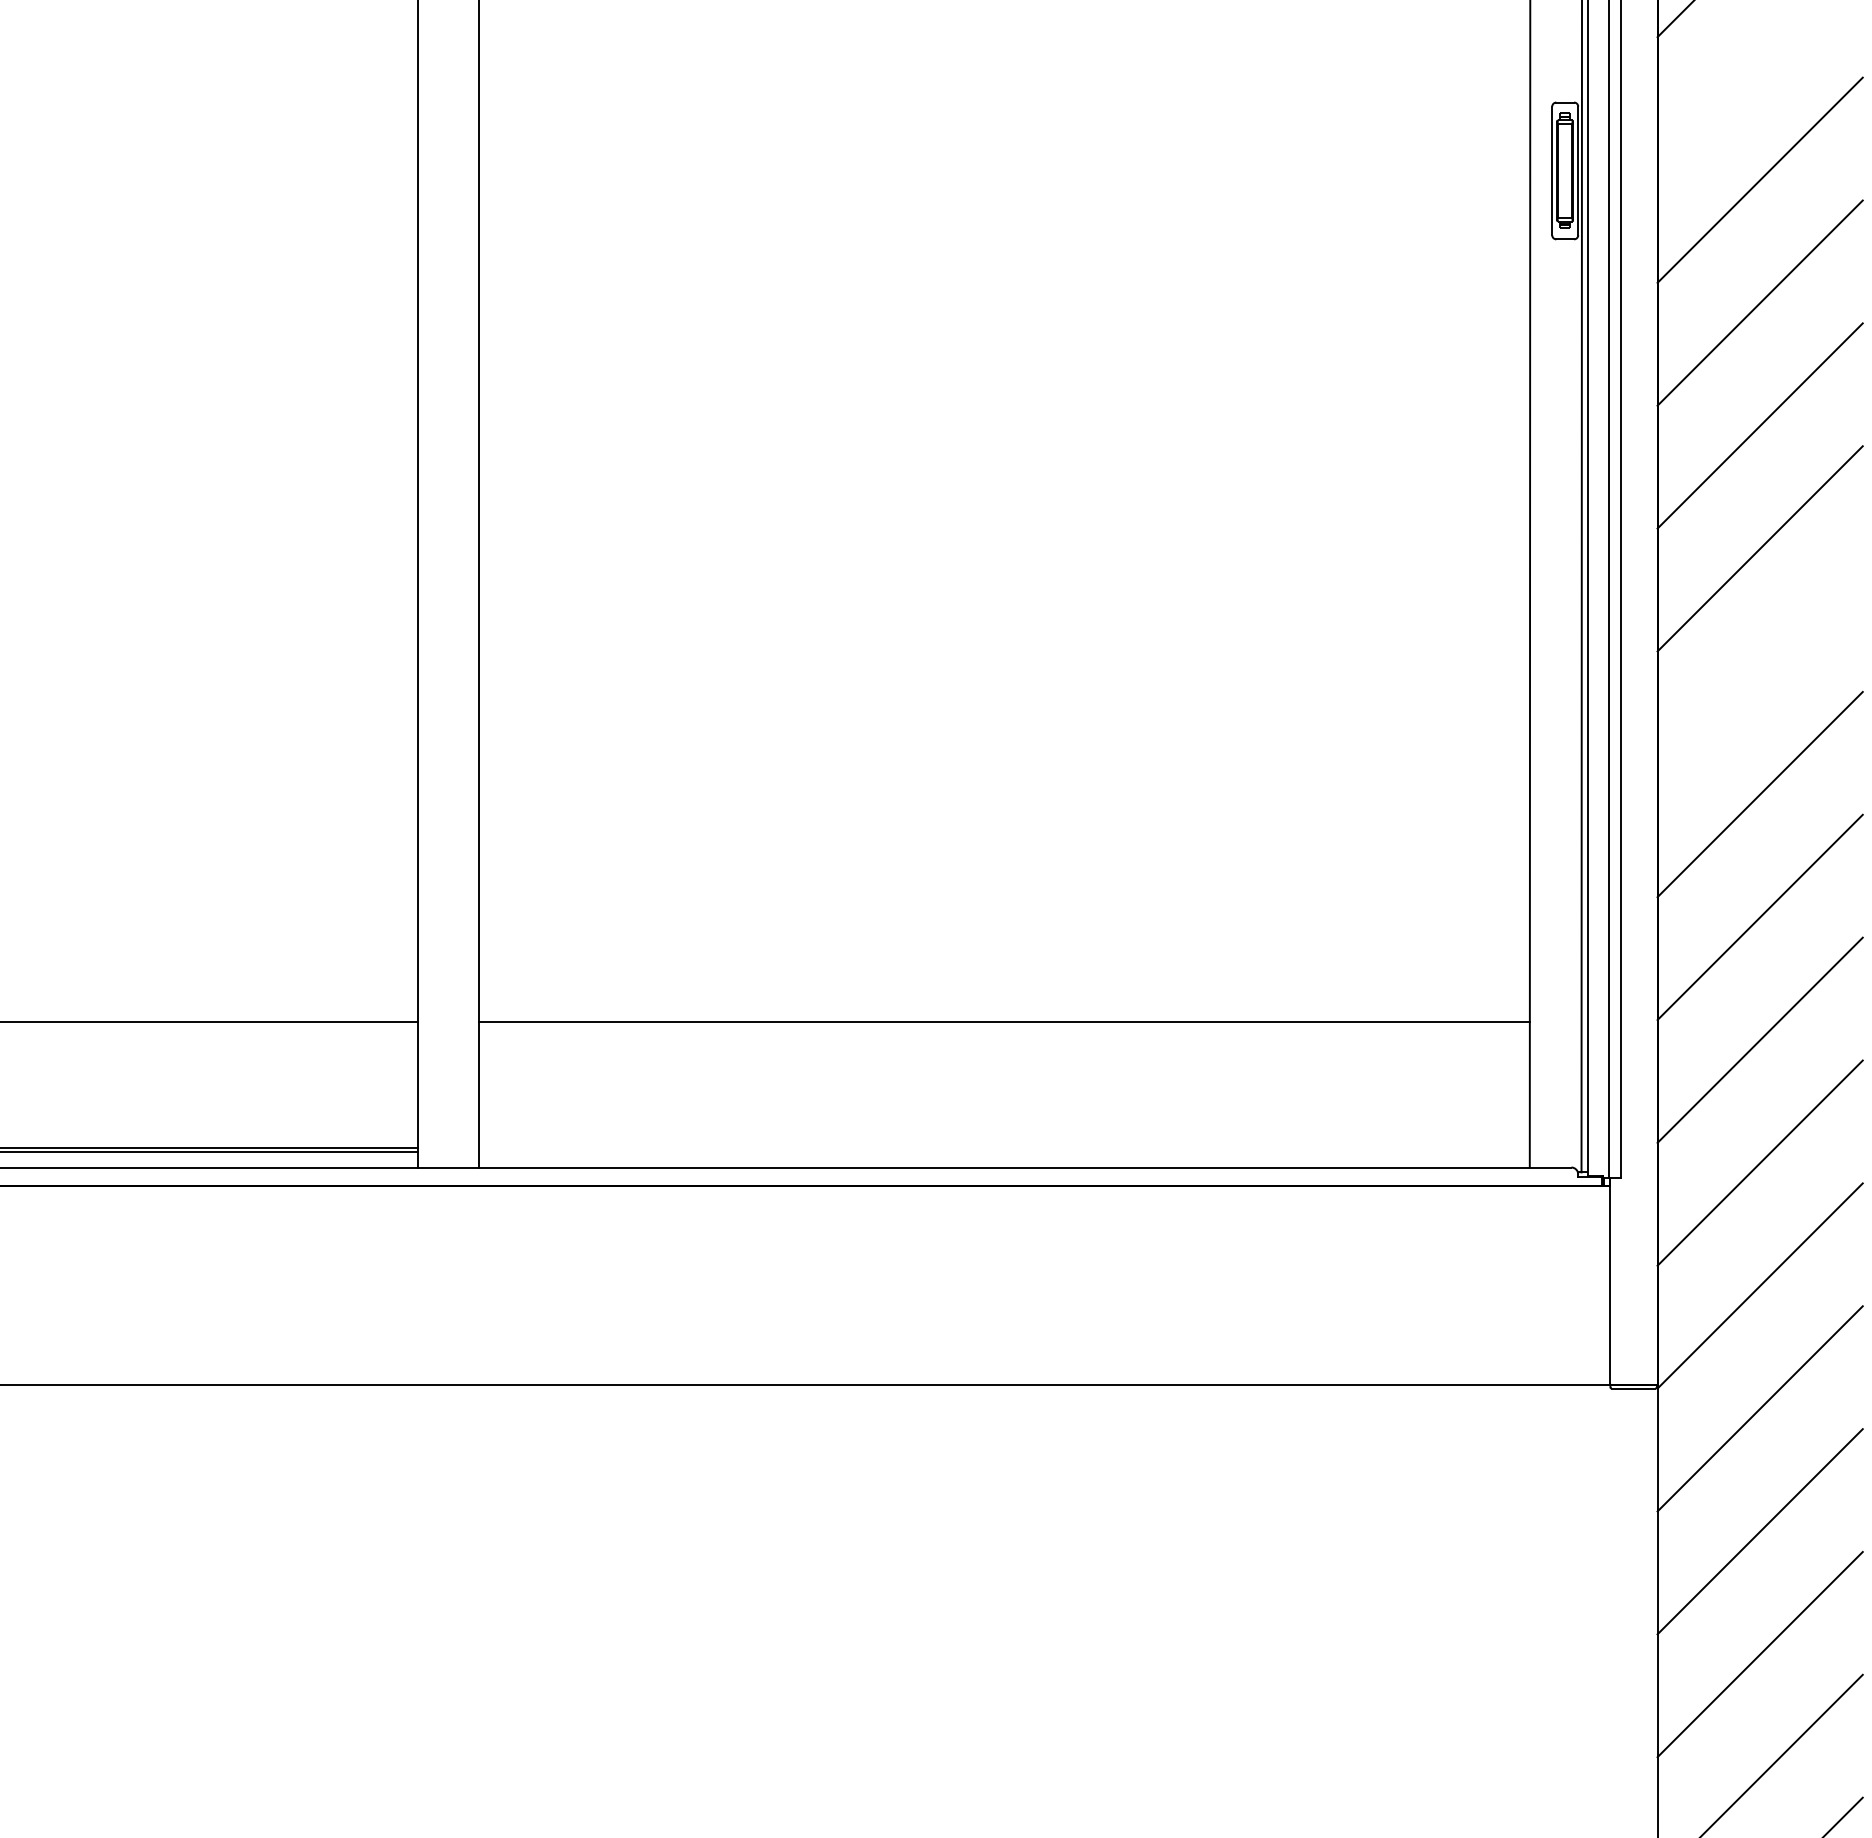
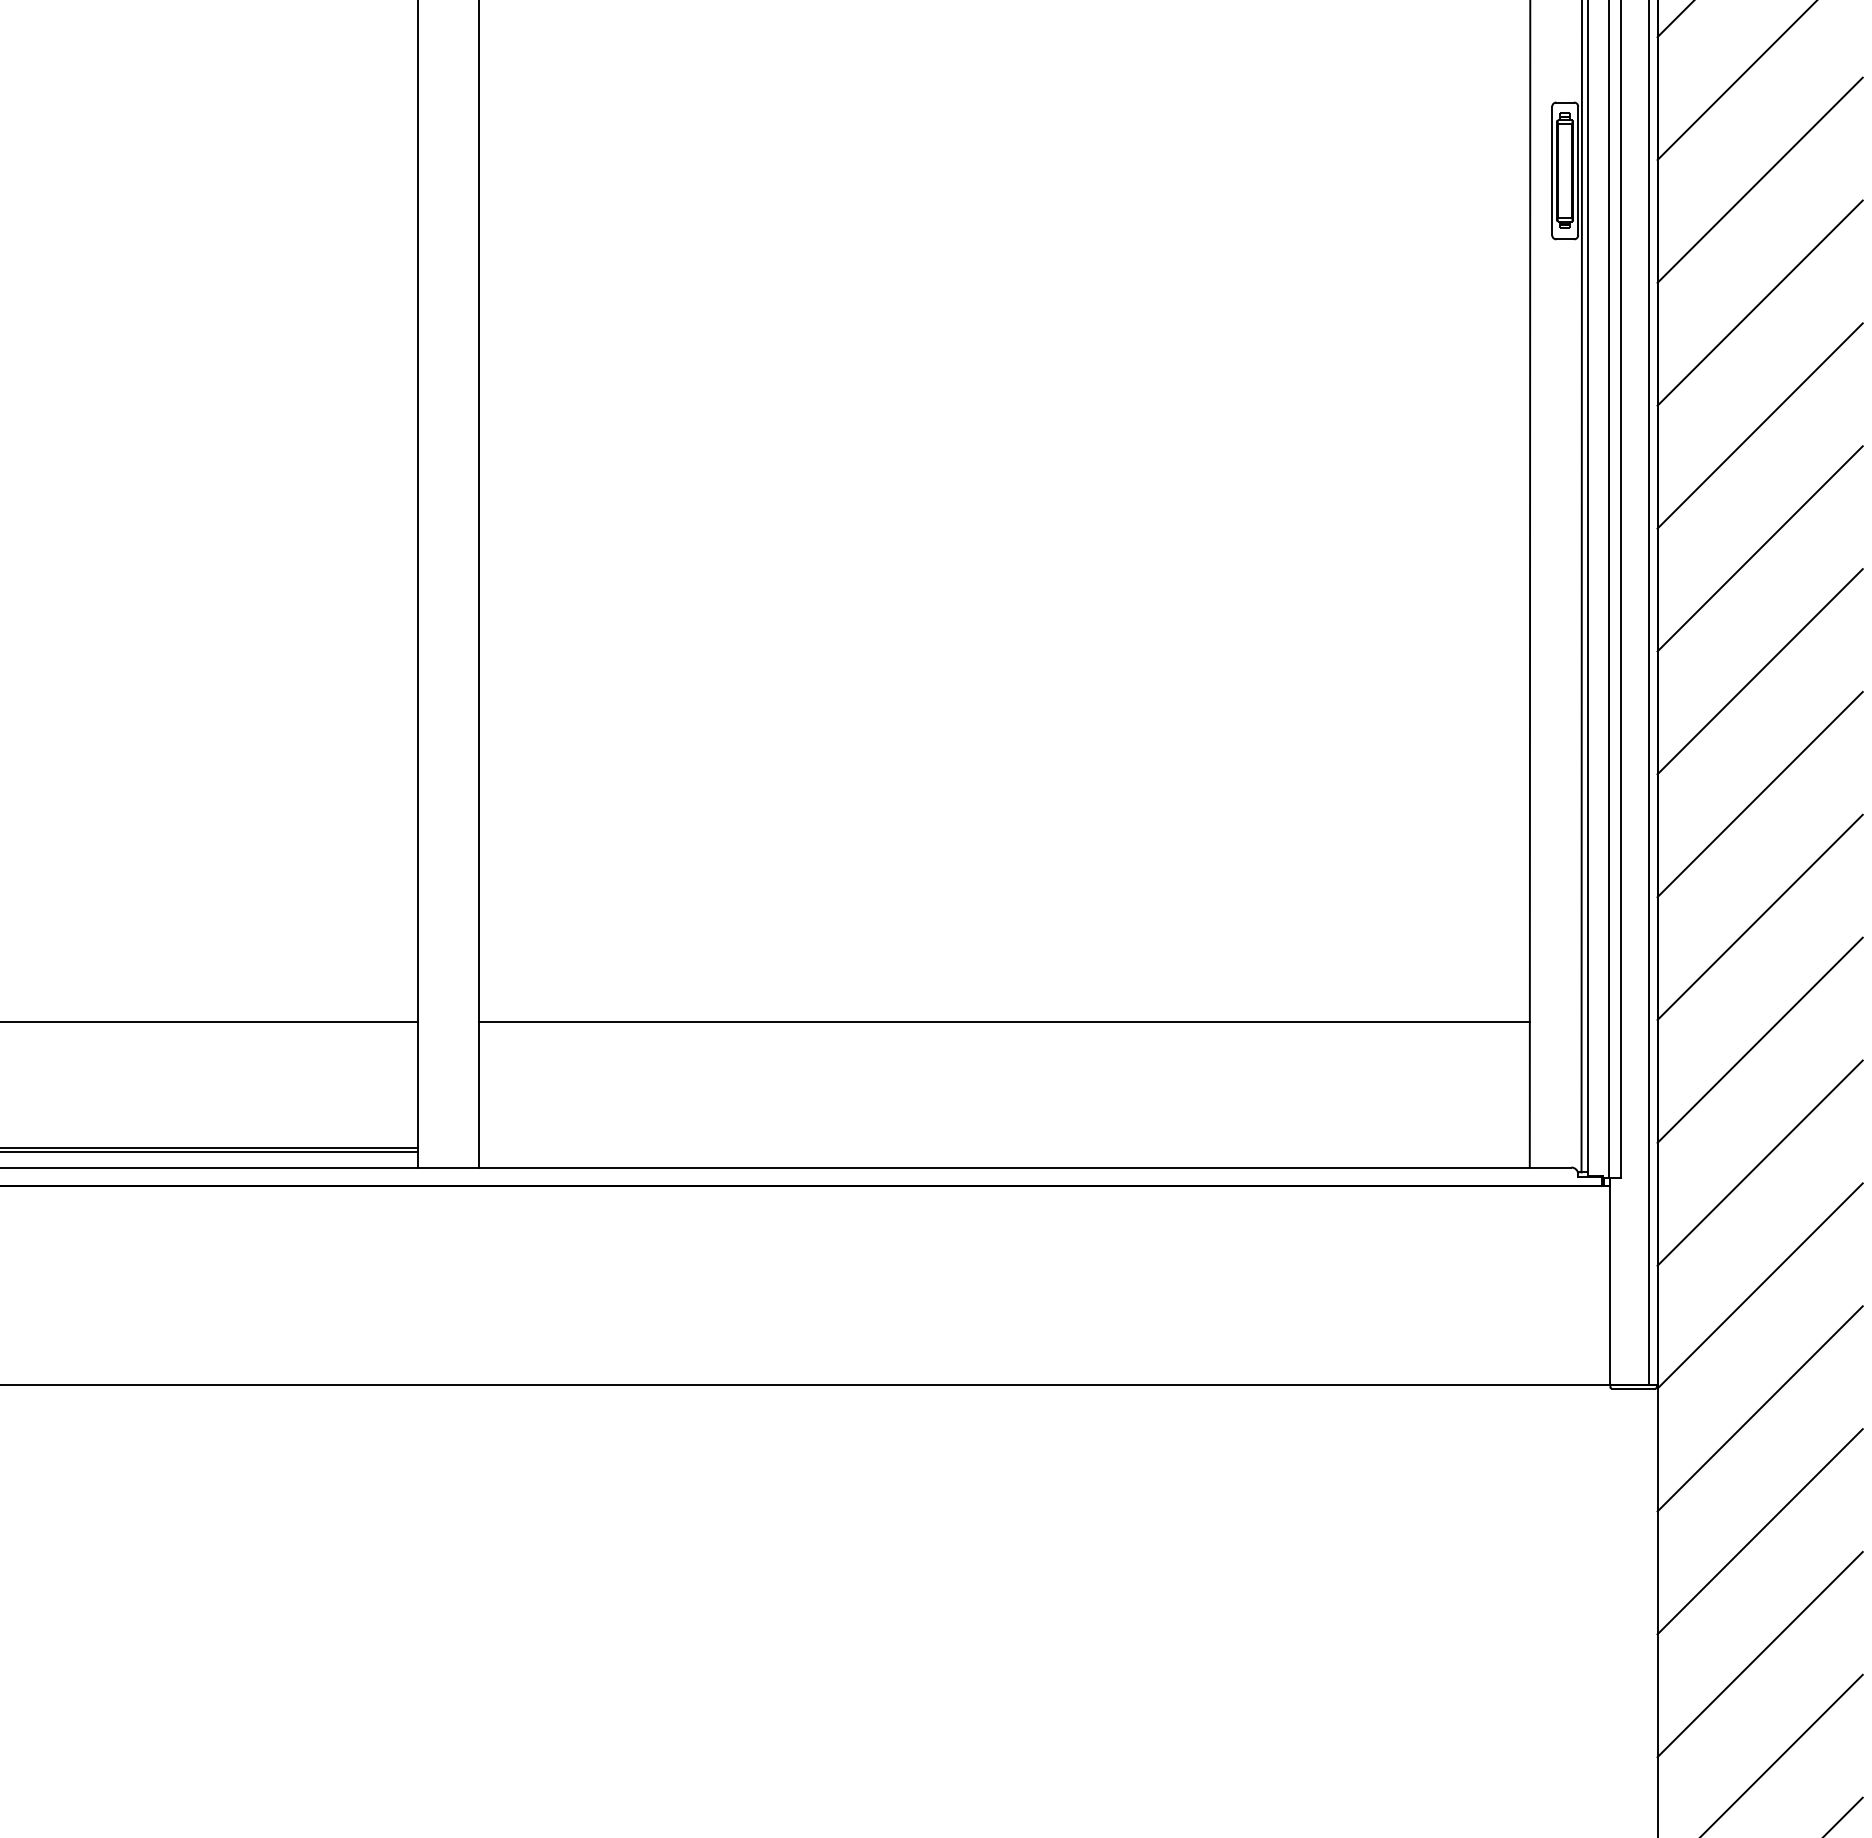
line at (1736, 81): none -> present
line at (1759, 671): none -> present
line at (1649, 693): none -> present
